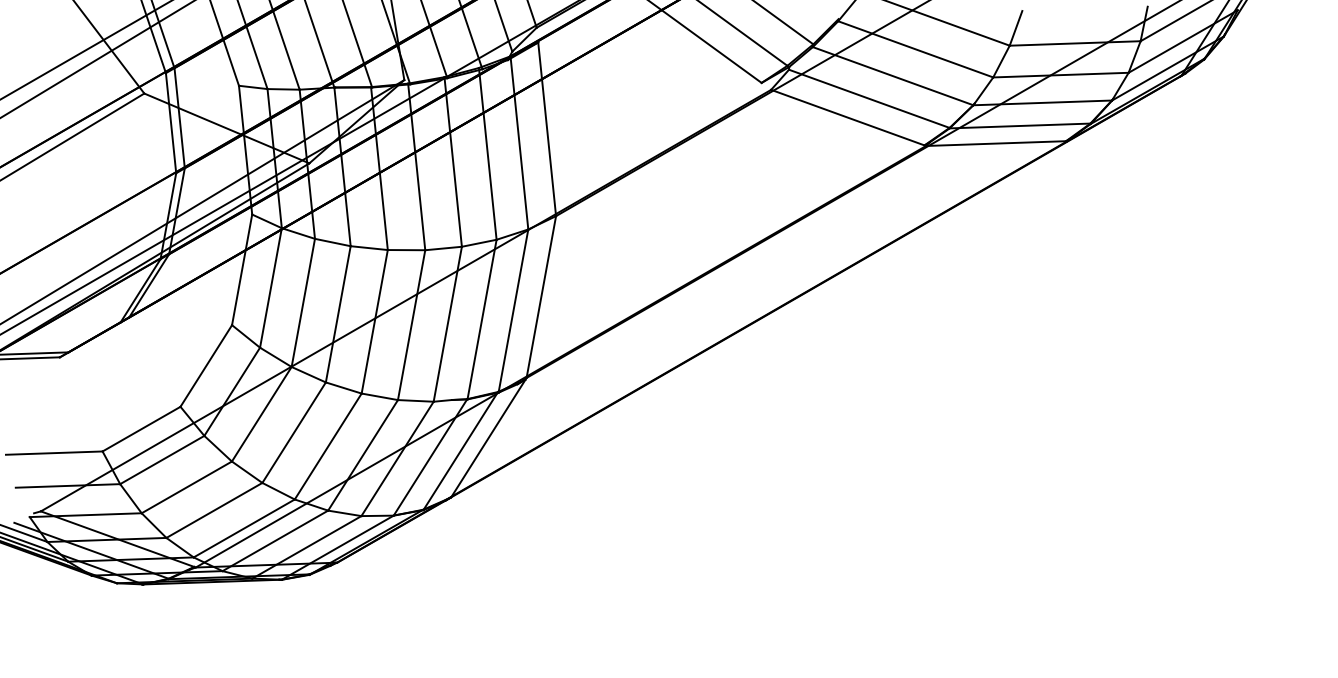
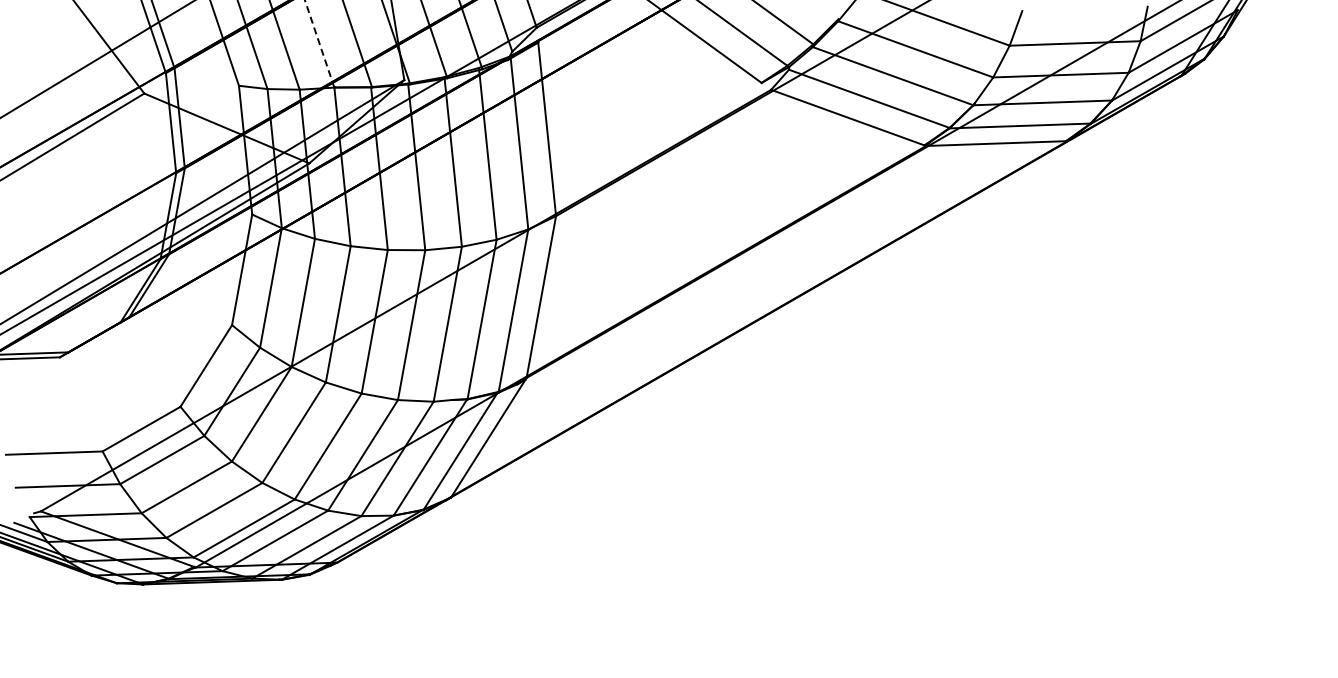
line at (319, 44): solid -> dashed
line at (85, 50): present -> none
